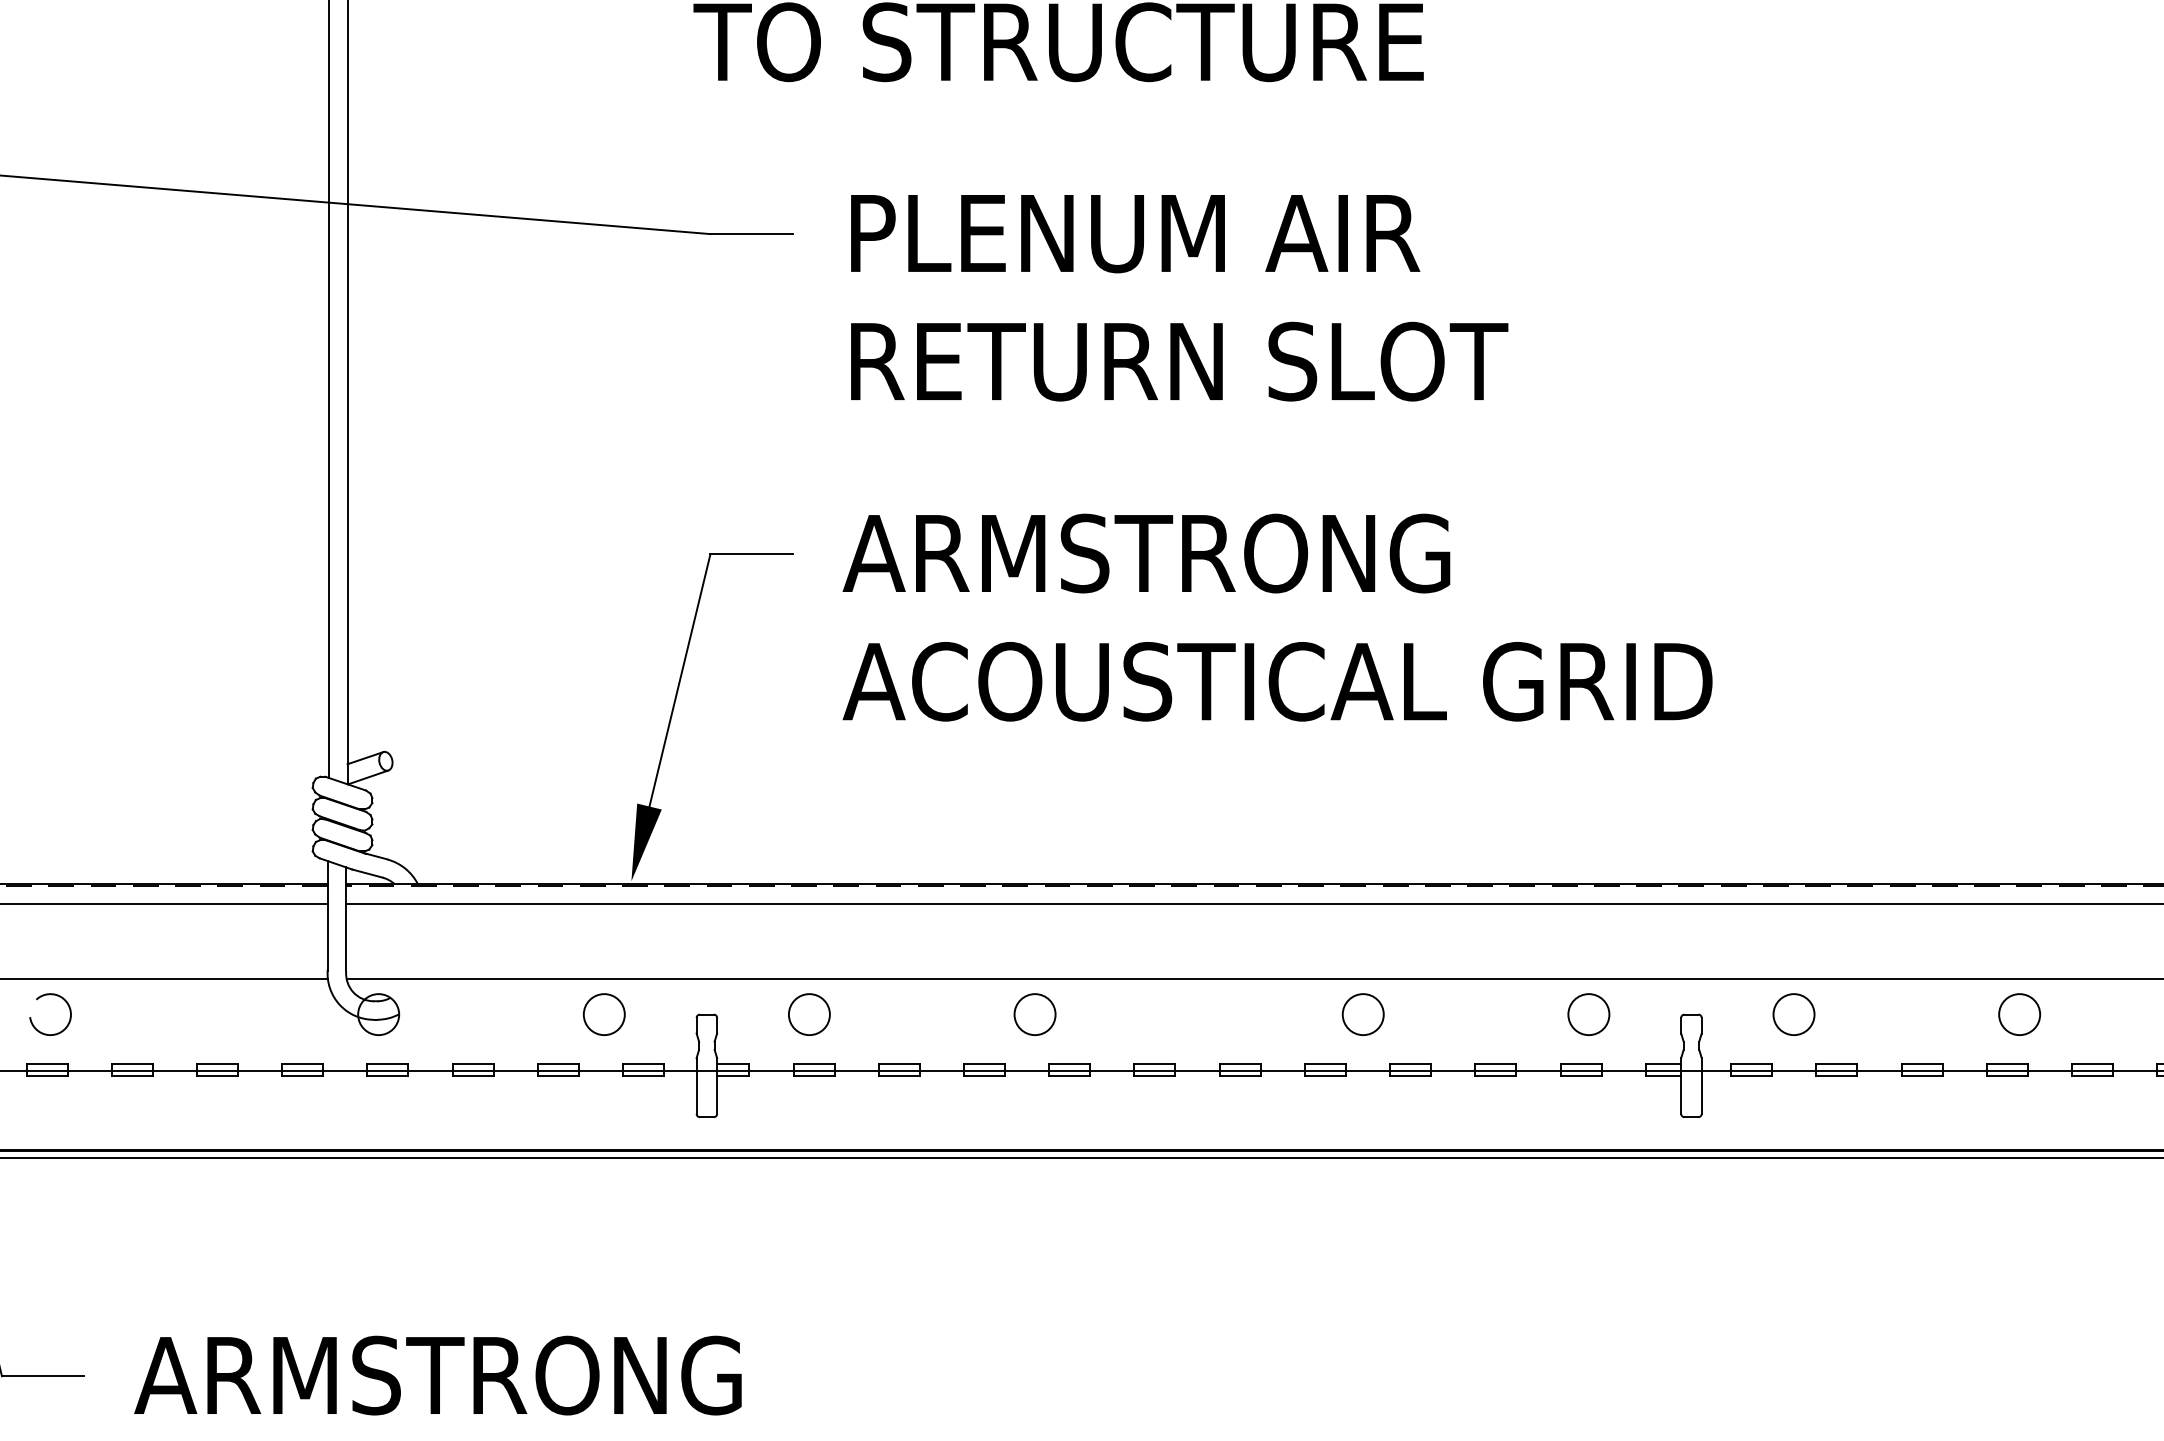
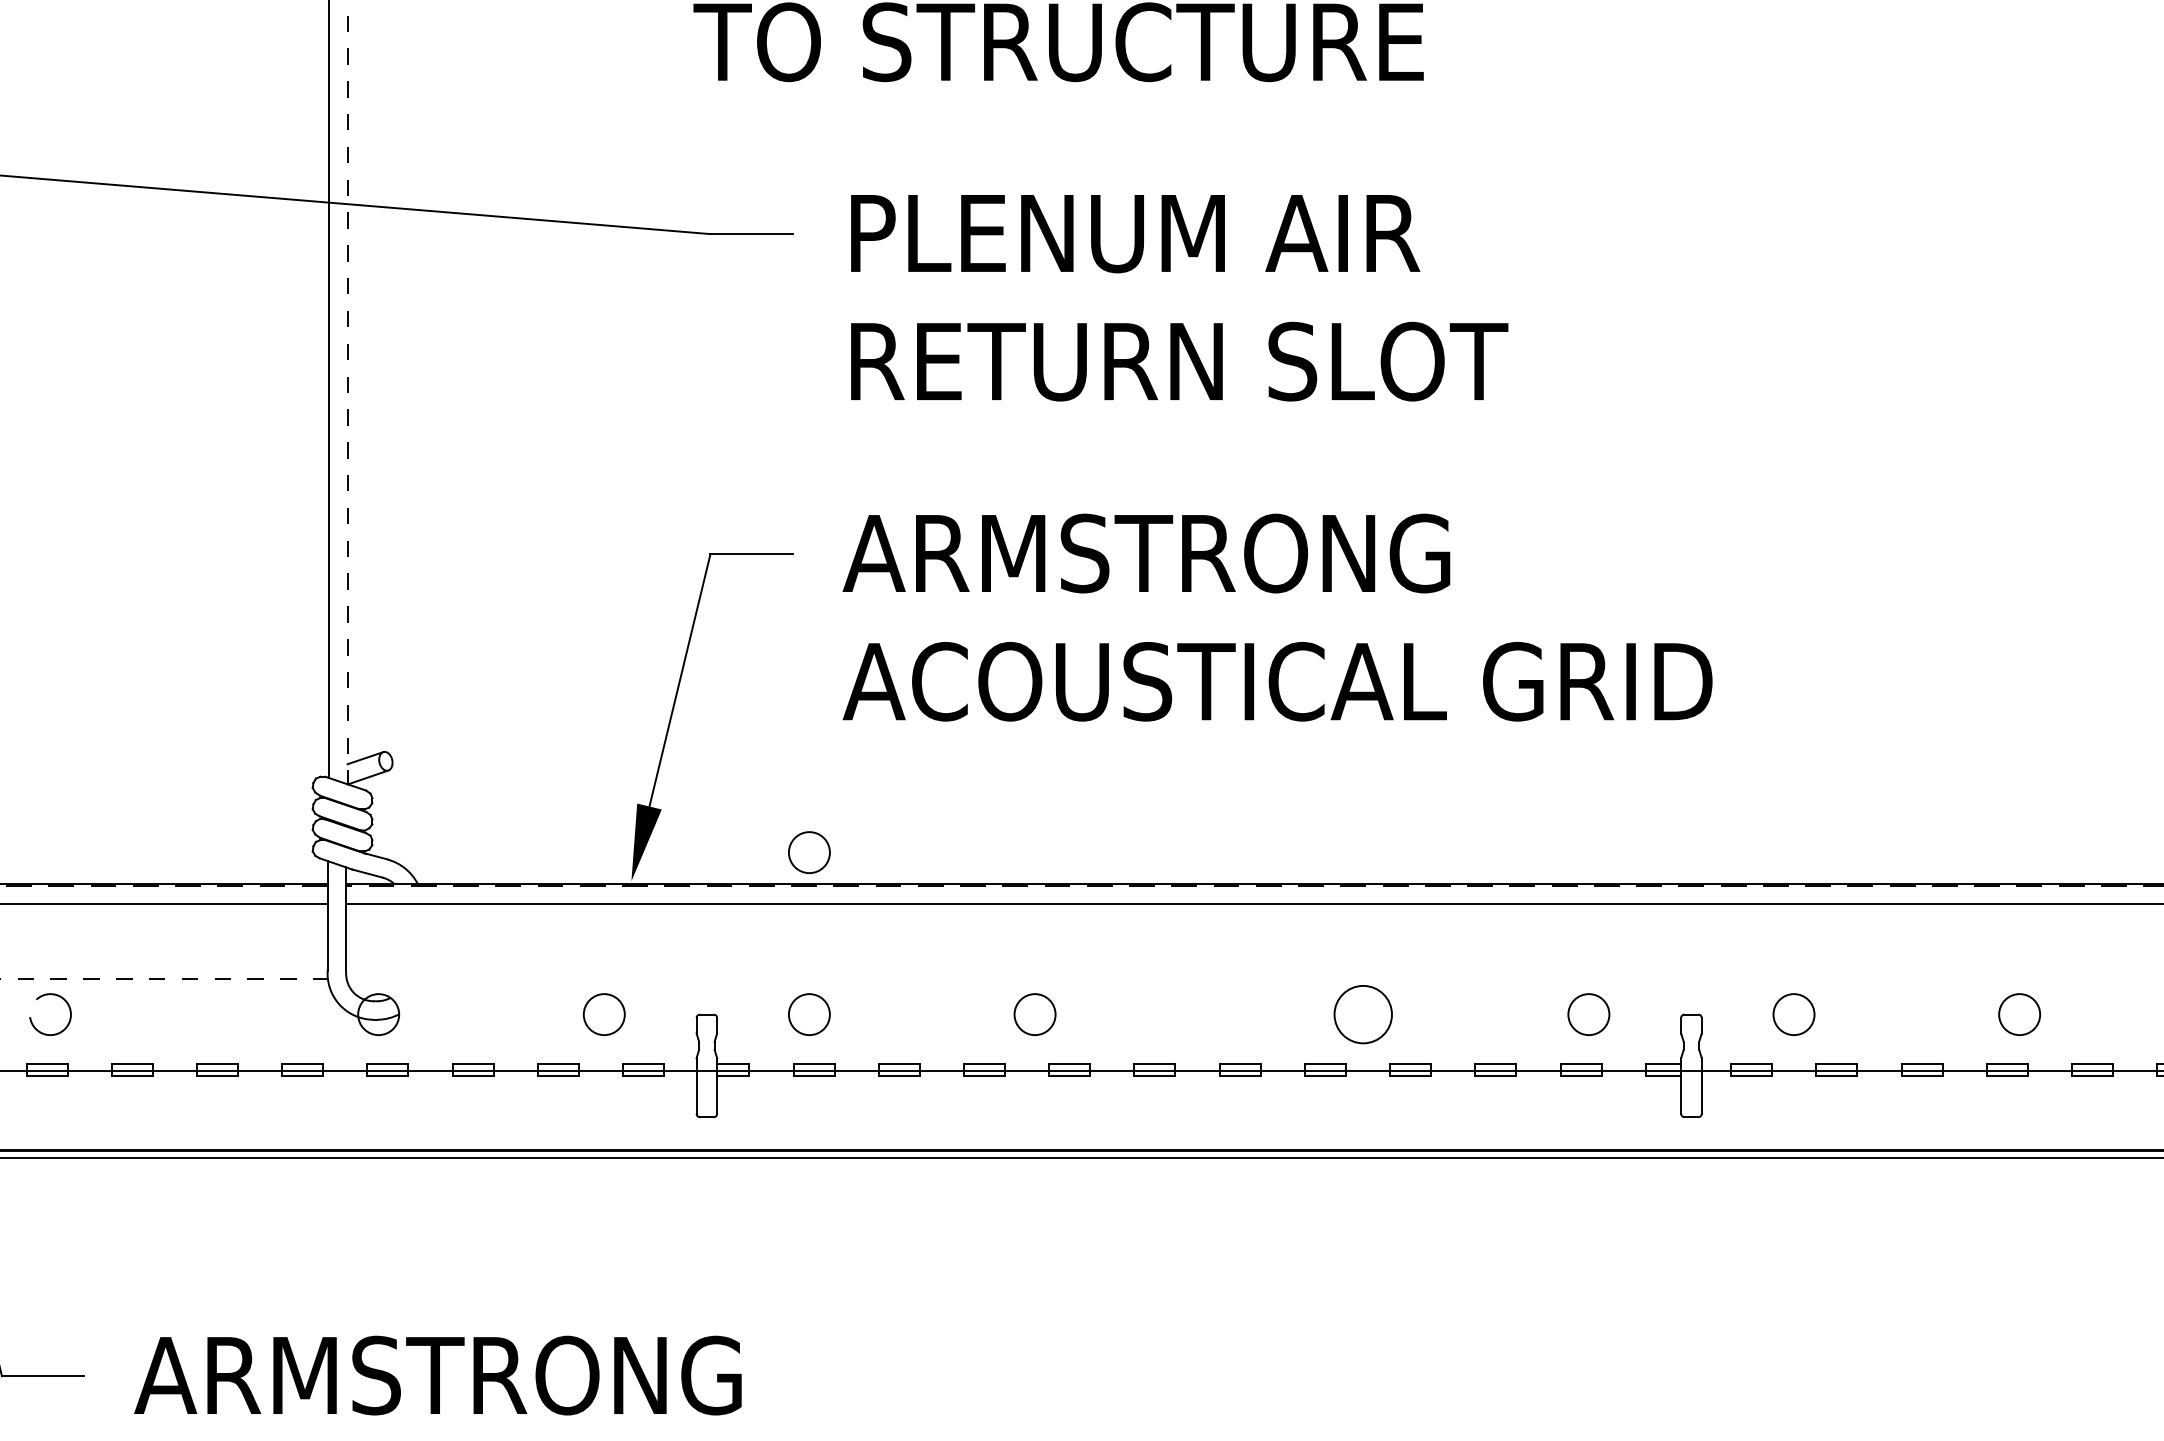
line at (347, 392): solid -> dashed
circle at (809, 852): none -> present
line at (163, 978): solid -> dashed
line at (1253, 978): present -> none
circle at (1362, 1014) diameter: 41 px -> 57 px
